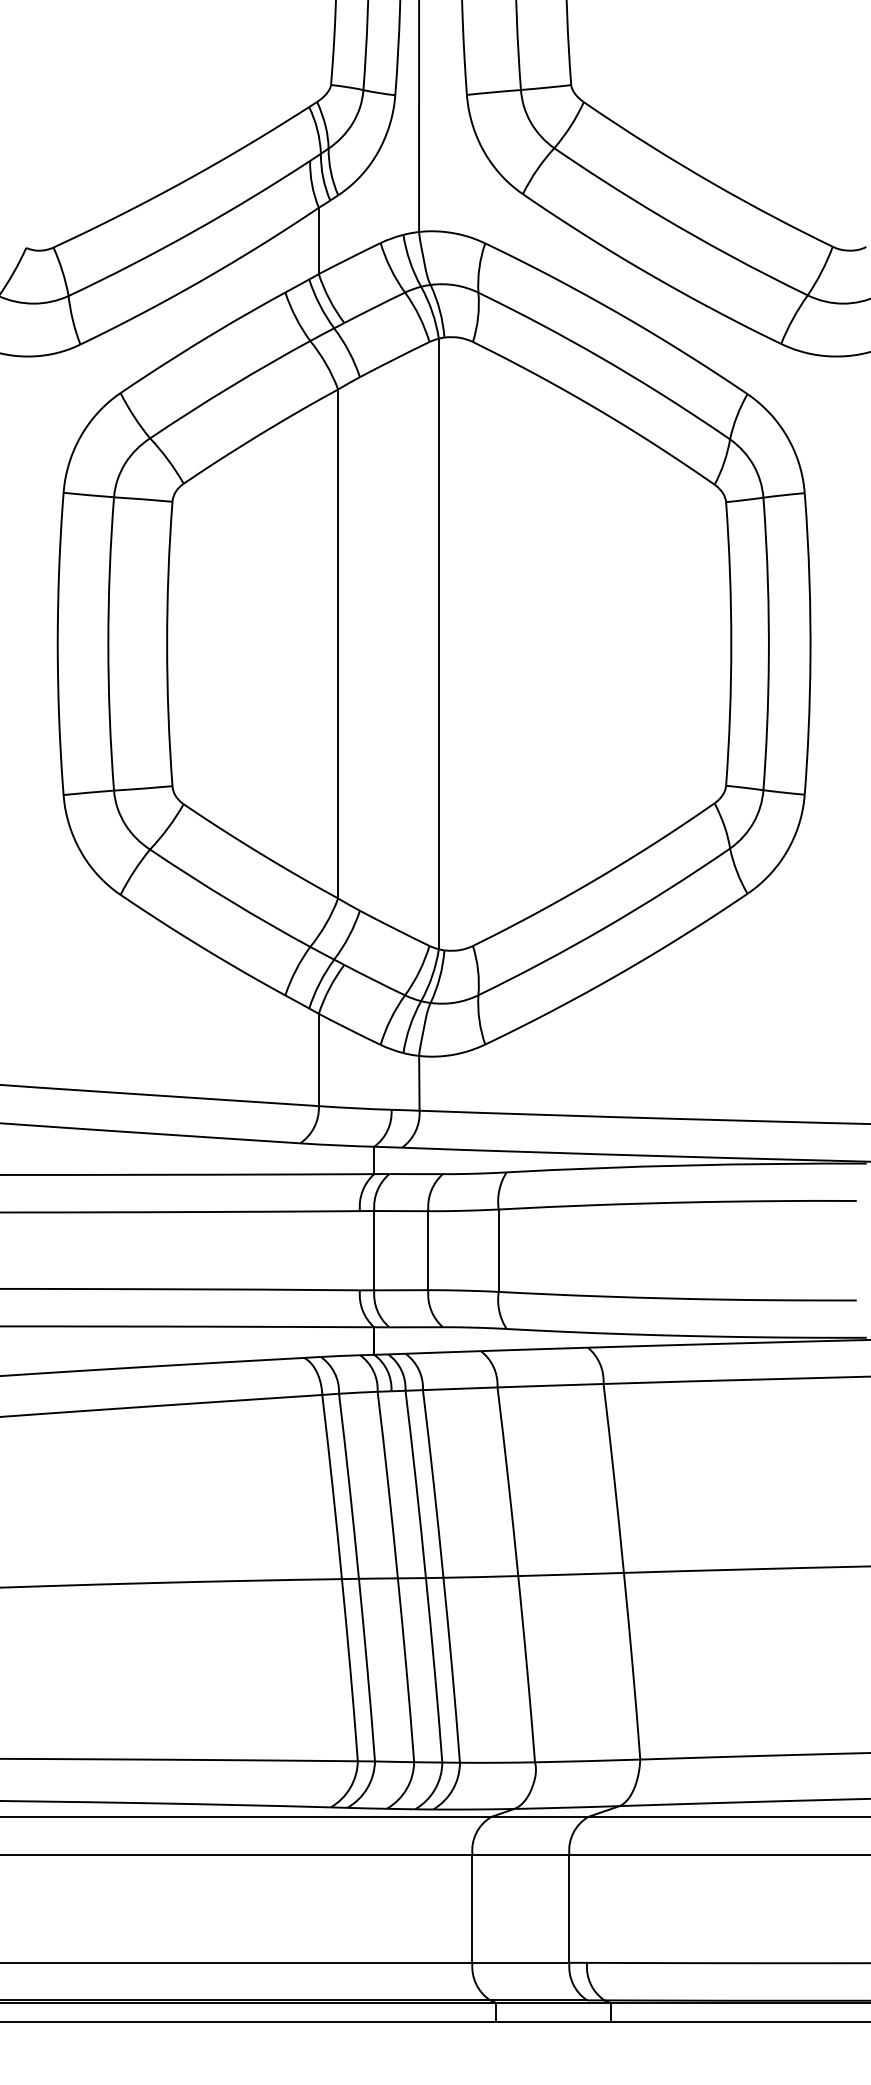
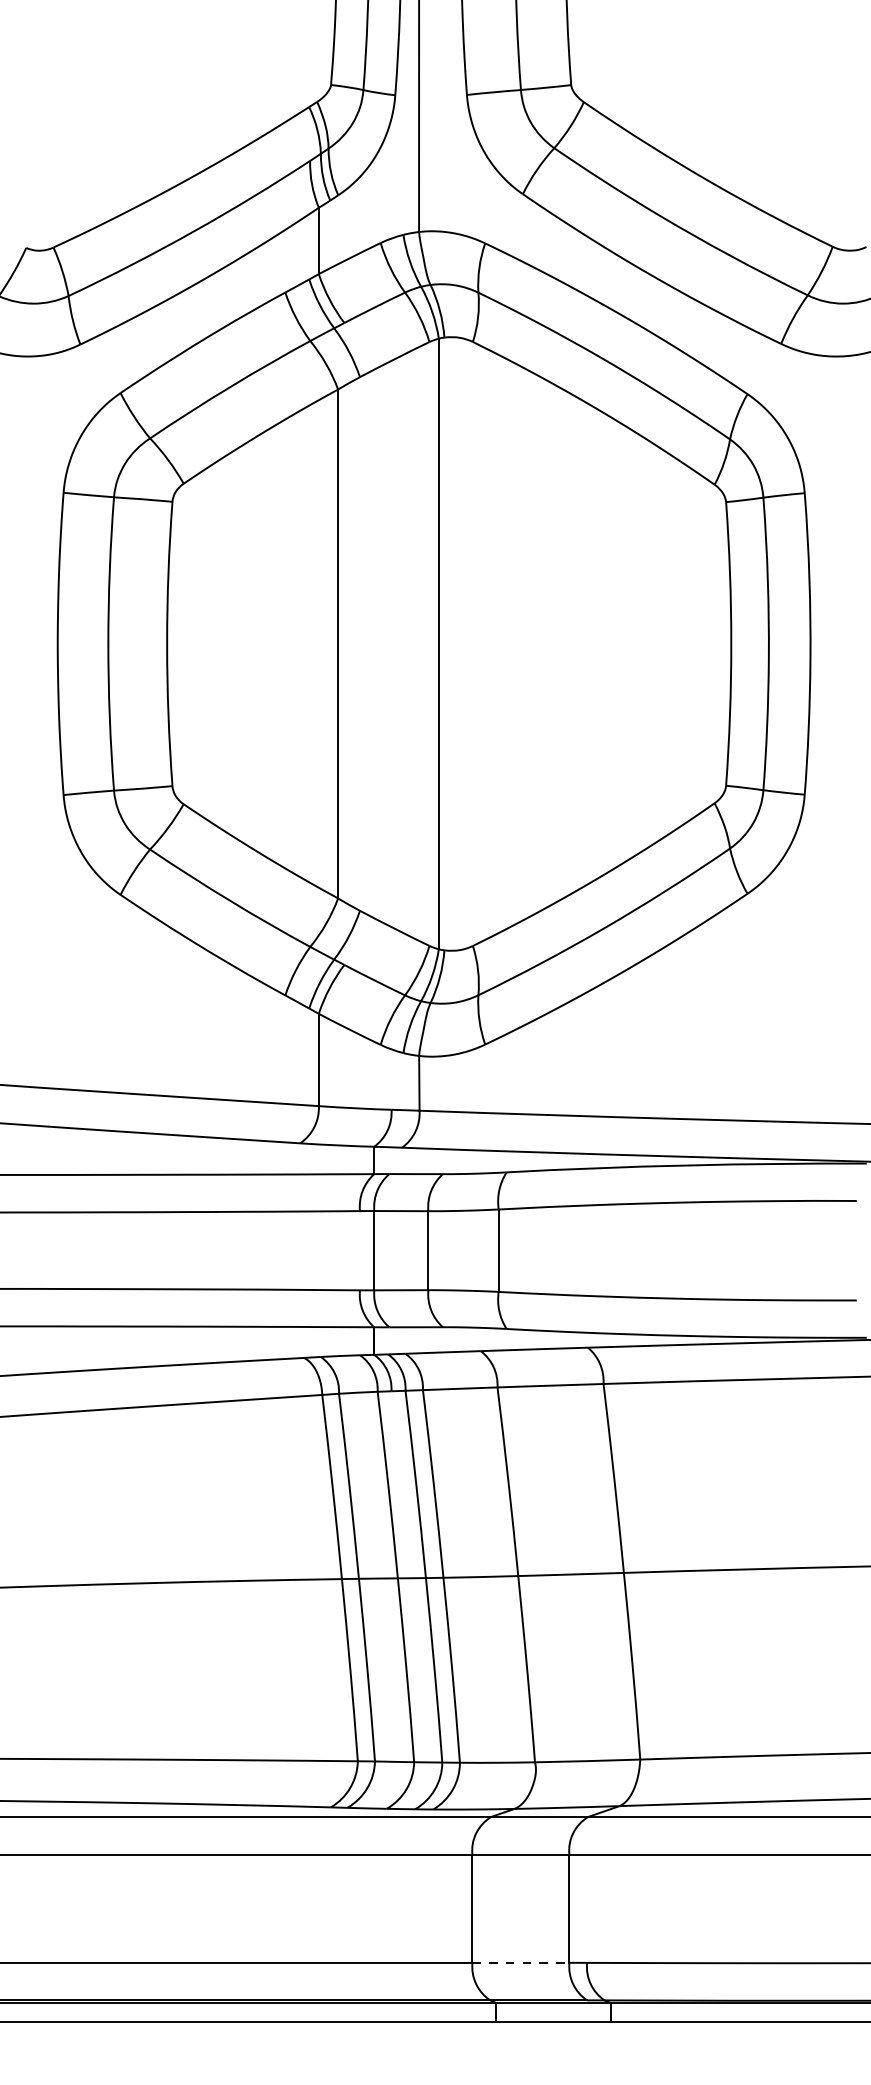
line at (521, 1962): solid -> dashed
